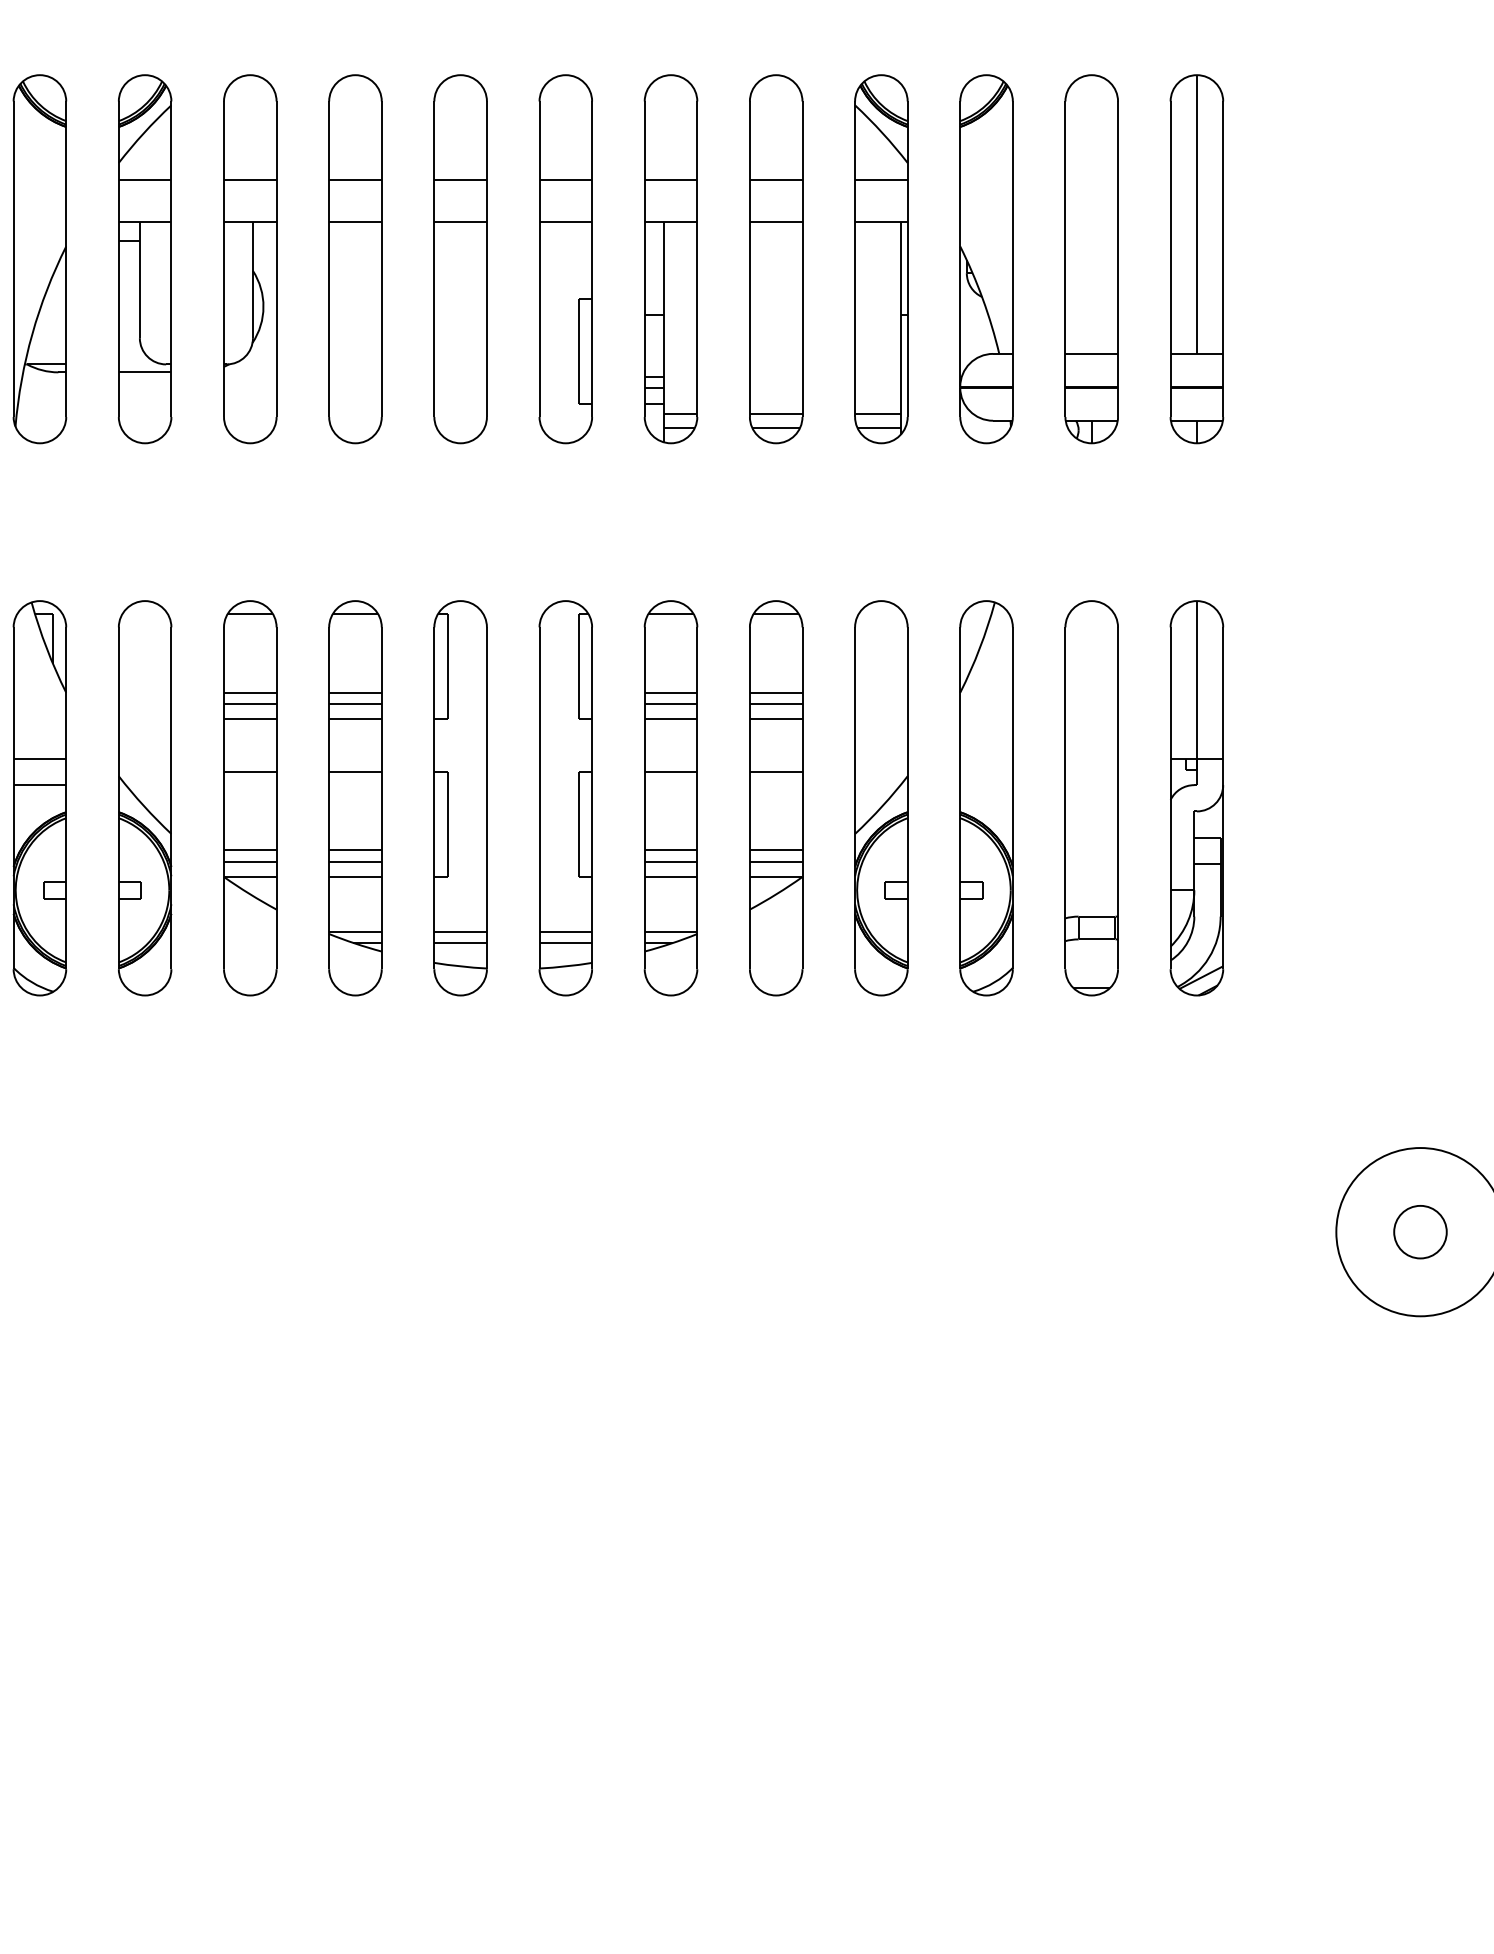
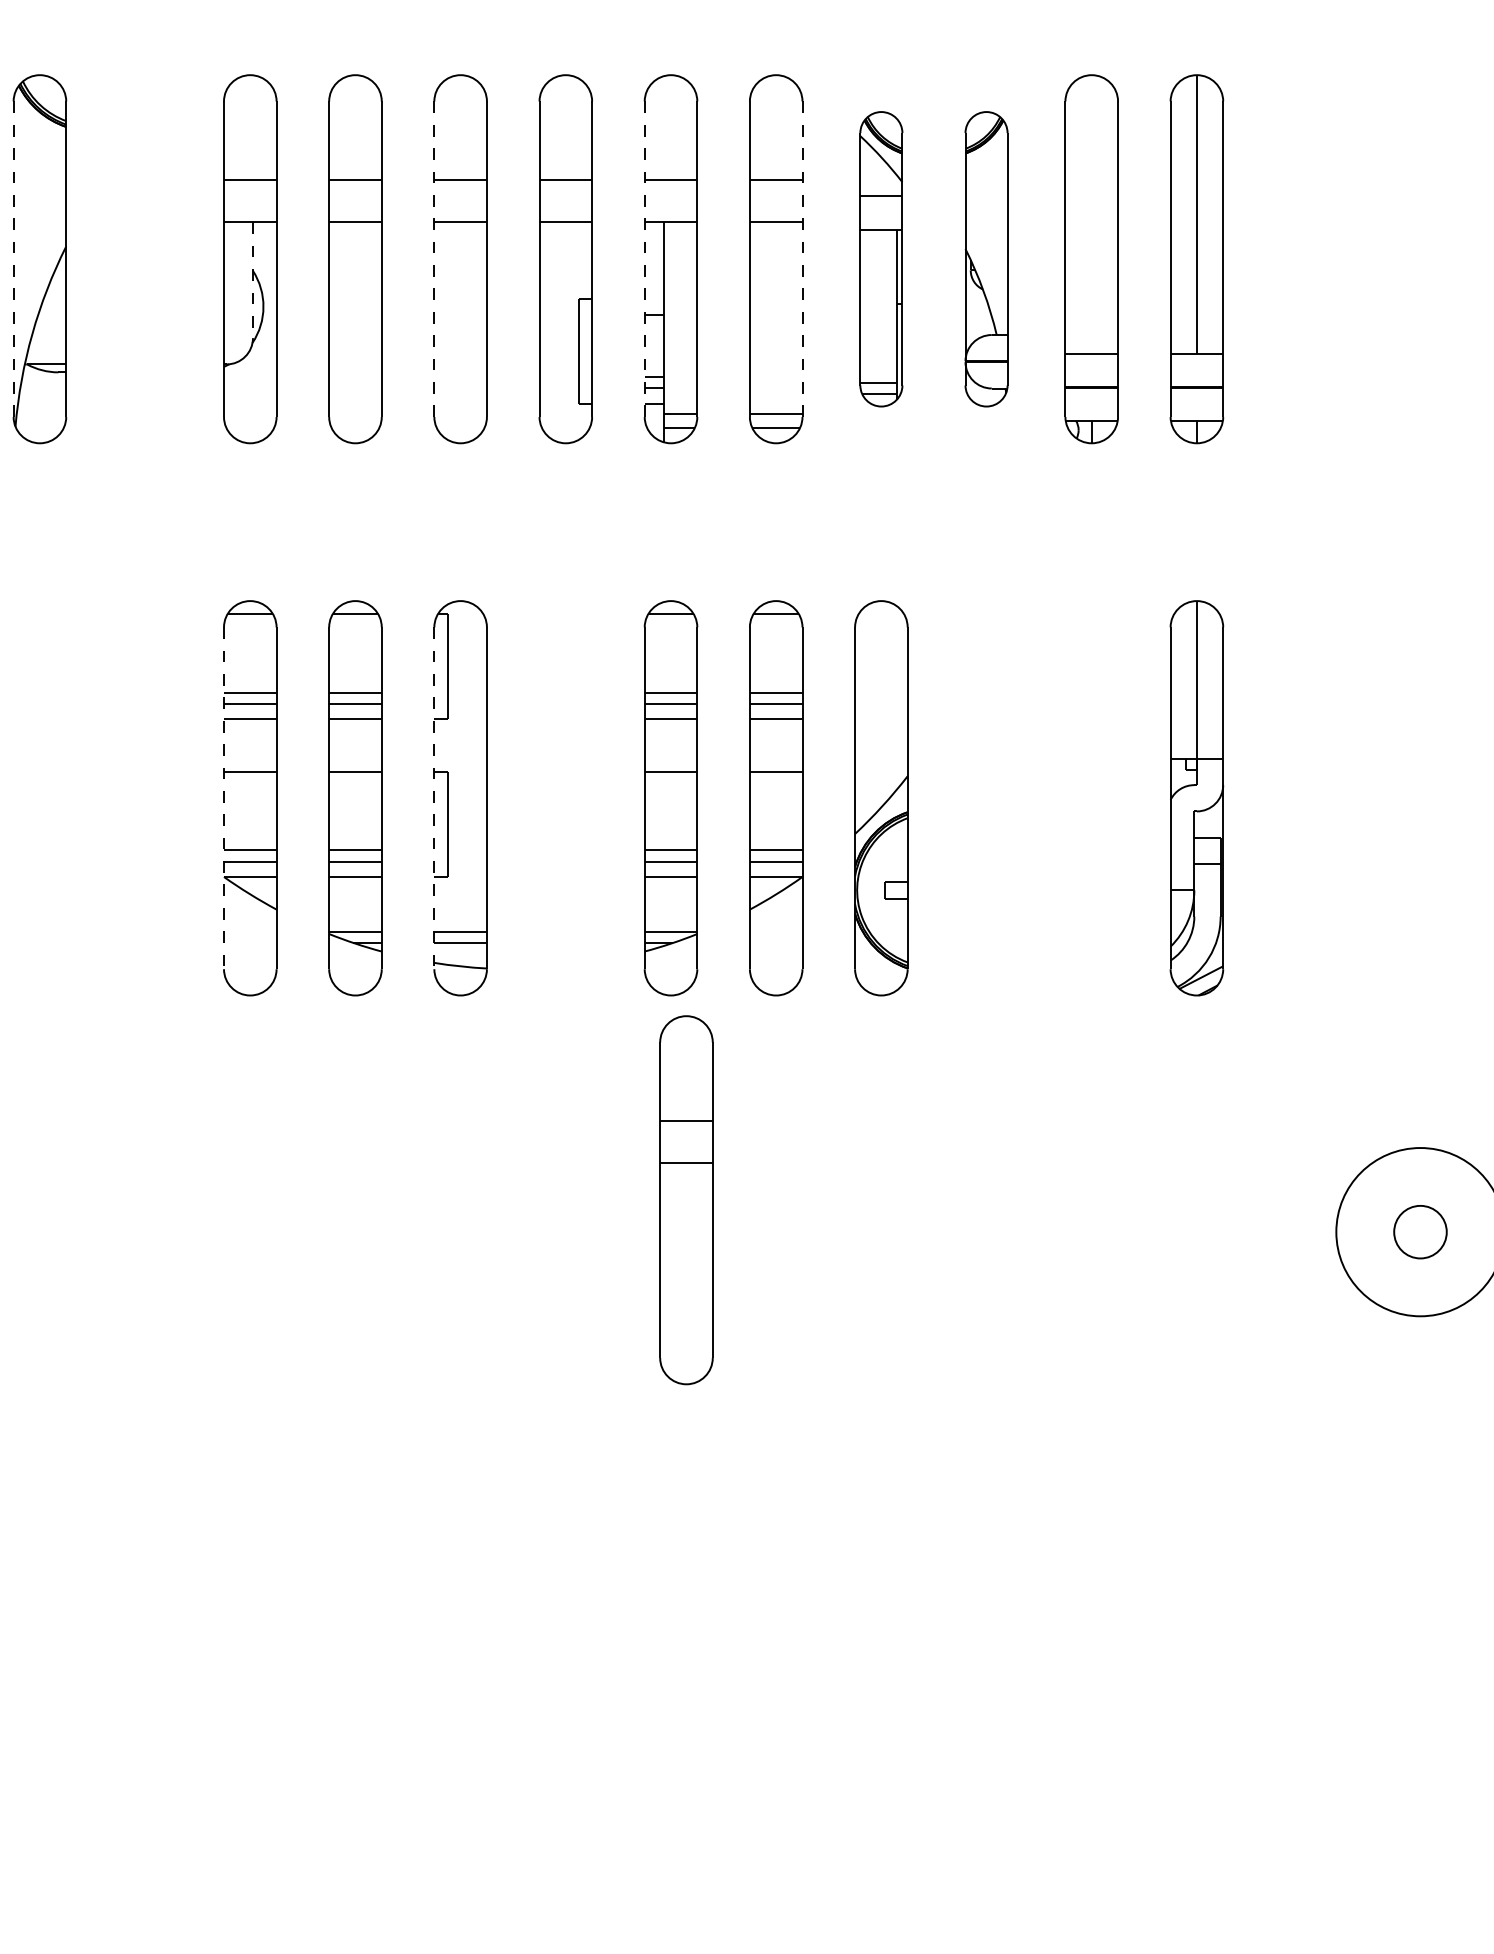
line at (13, 259): solid -> dashed
part at (145, 259): present -> none
line at (434, 259): solid -> dashed
line at (644, 259): solid -> dashed
line at (802, 259): solid -> dashed
part at (881, 259) size: 55x371 px -> 45x297 px
part at (986, 259) size: 55x371 px -> 45x297 px
line at (252, 280): solid -> dashed
part at (39, 798): present -> none
part at (145, 798): present -> none
line at (224, 798): solid -> dashed
line at (434, 798): solid -> dashed
part at (565, 798): present -> none
part at (986, 798): present -> none
part at (1091, 798): present -> none
part at (686, 1200): none -> present
